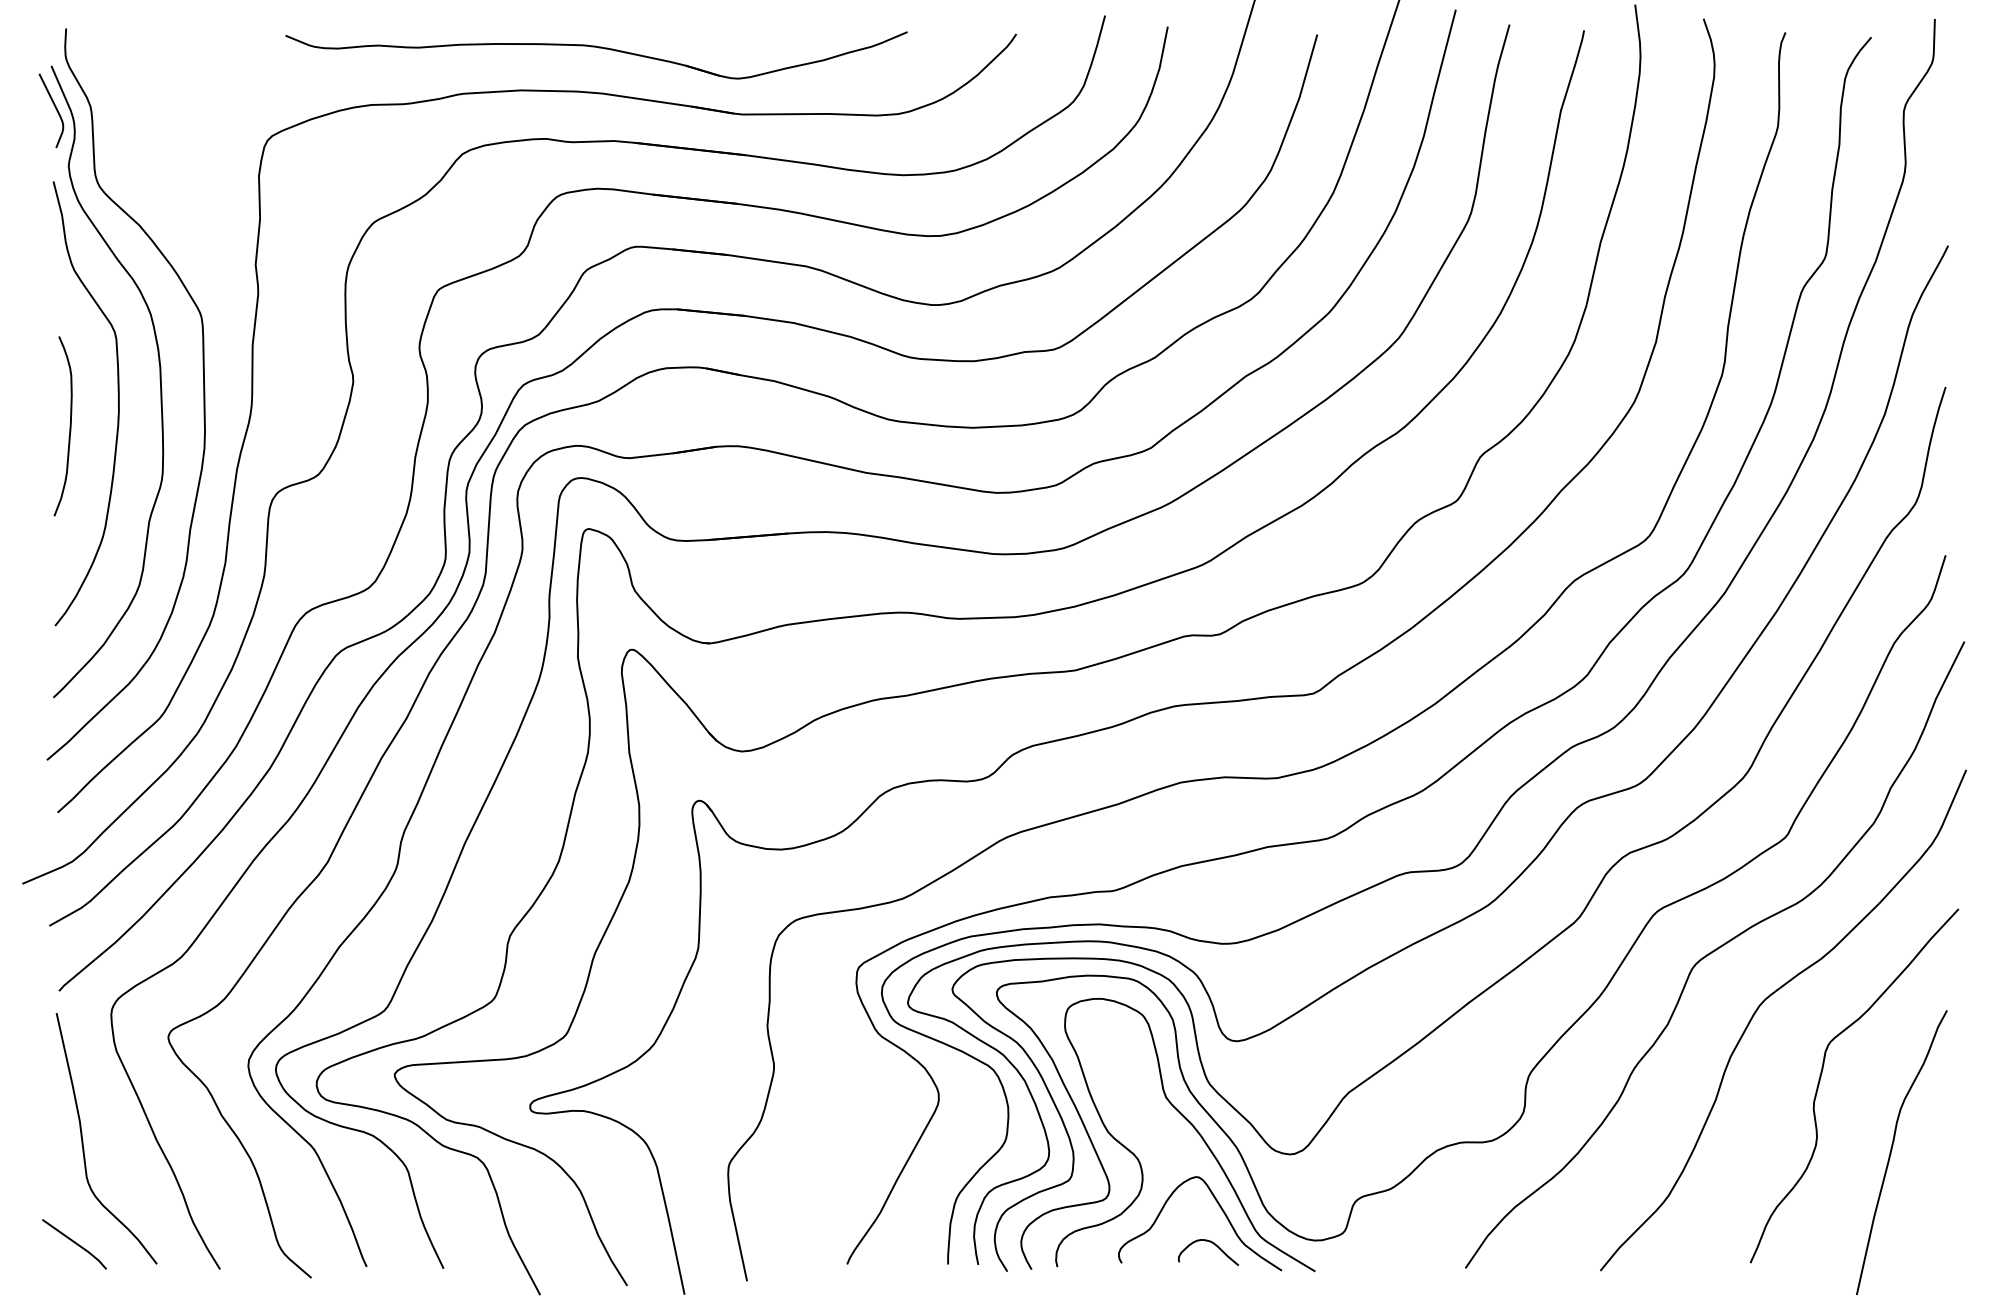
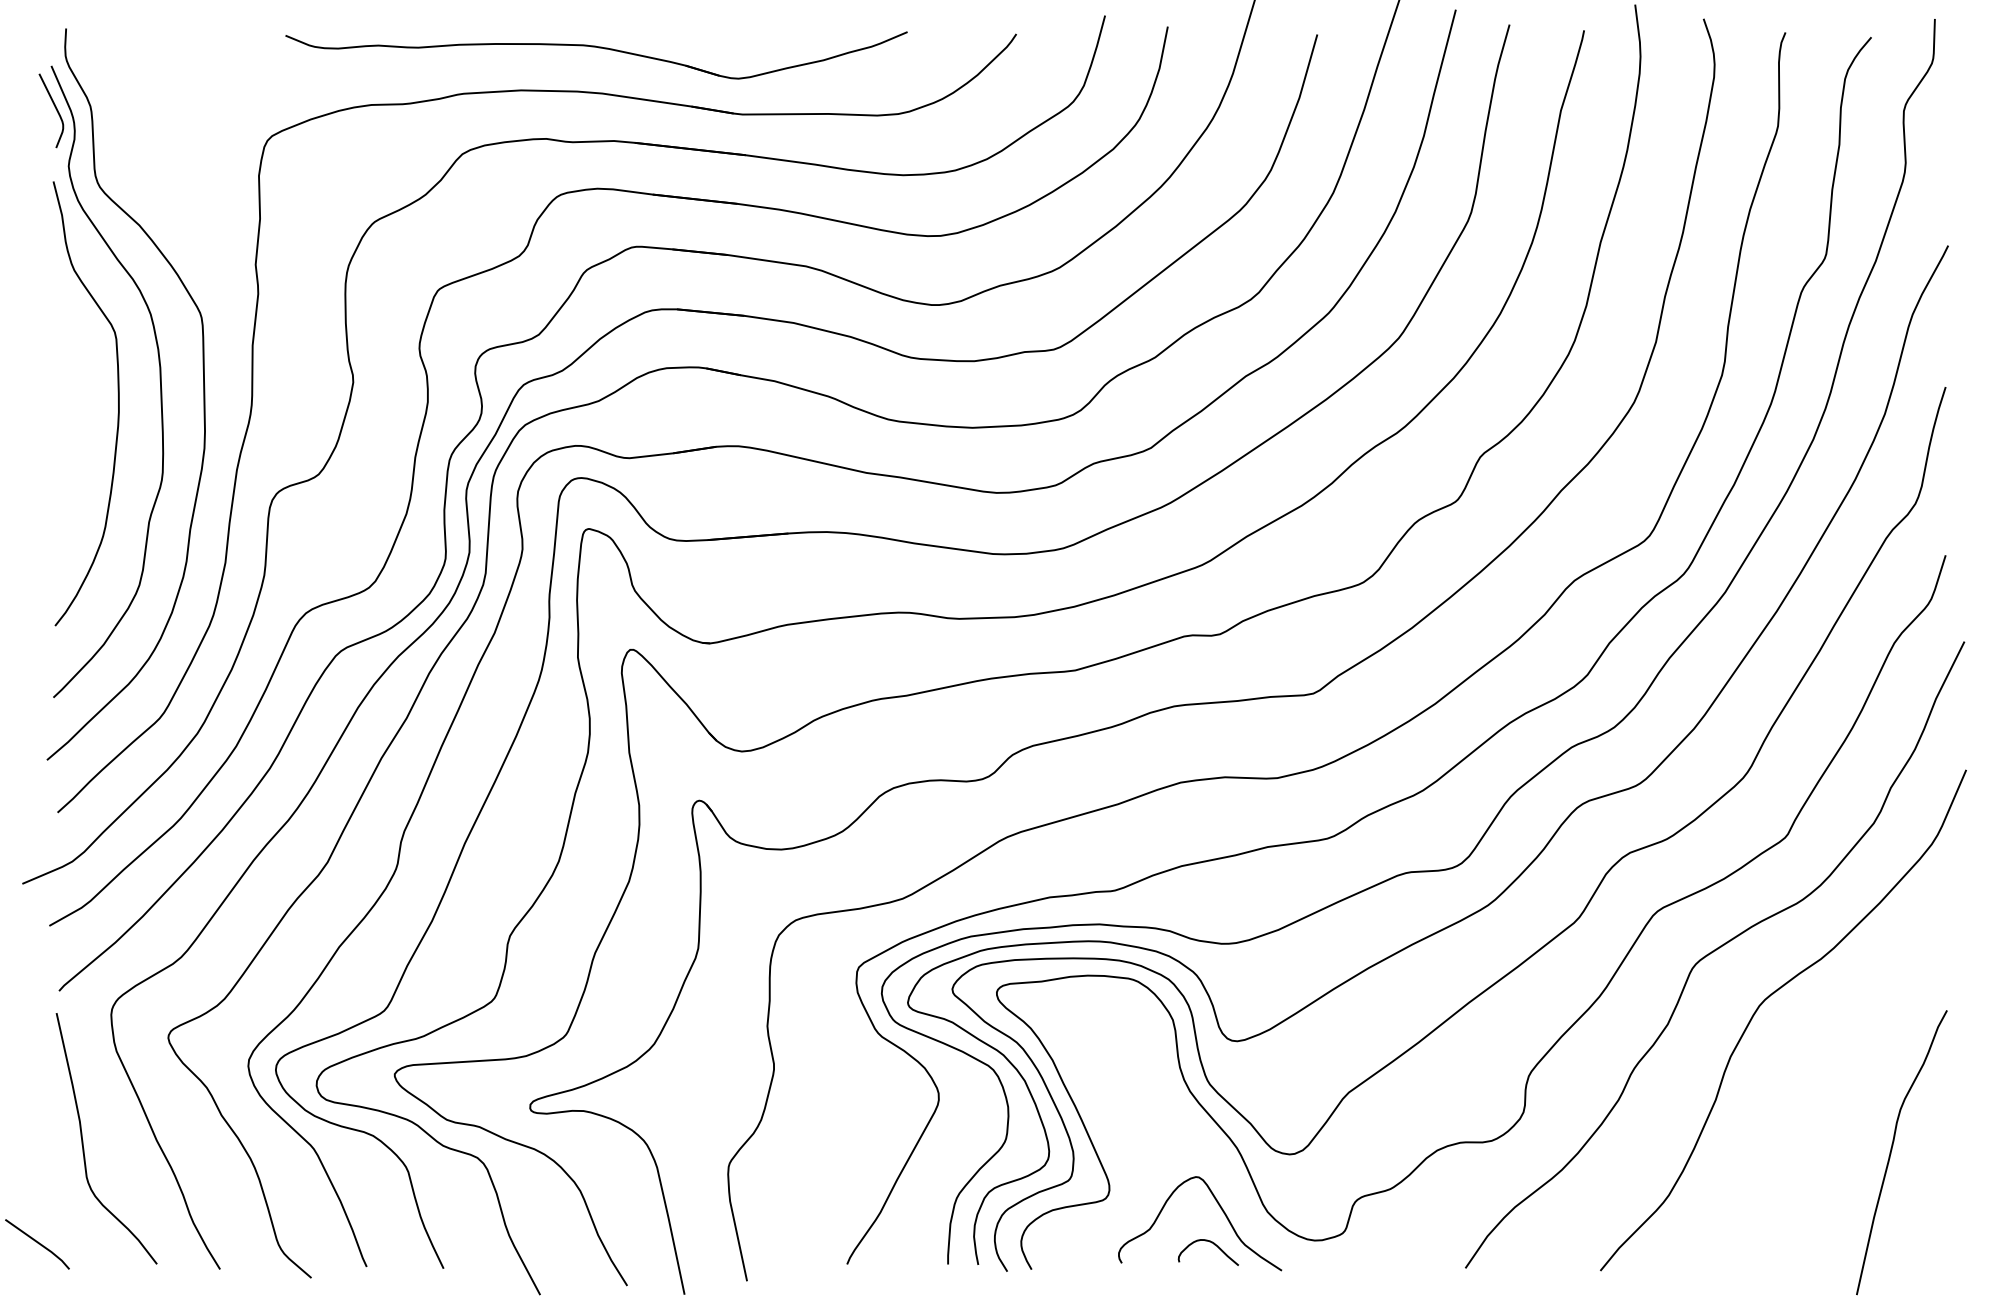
curve at (69, 426): present -> none
curve at (1821, 1077): present -> none
curve at (1193, 1128): present -> none
line at (74, 1243) position: (74, 1243) -> (37, 1243)
